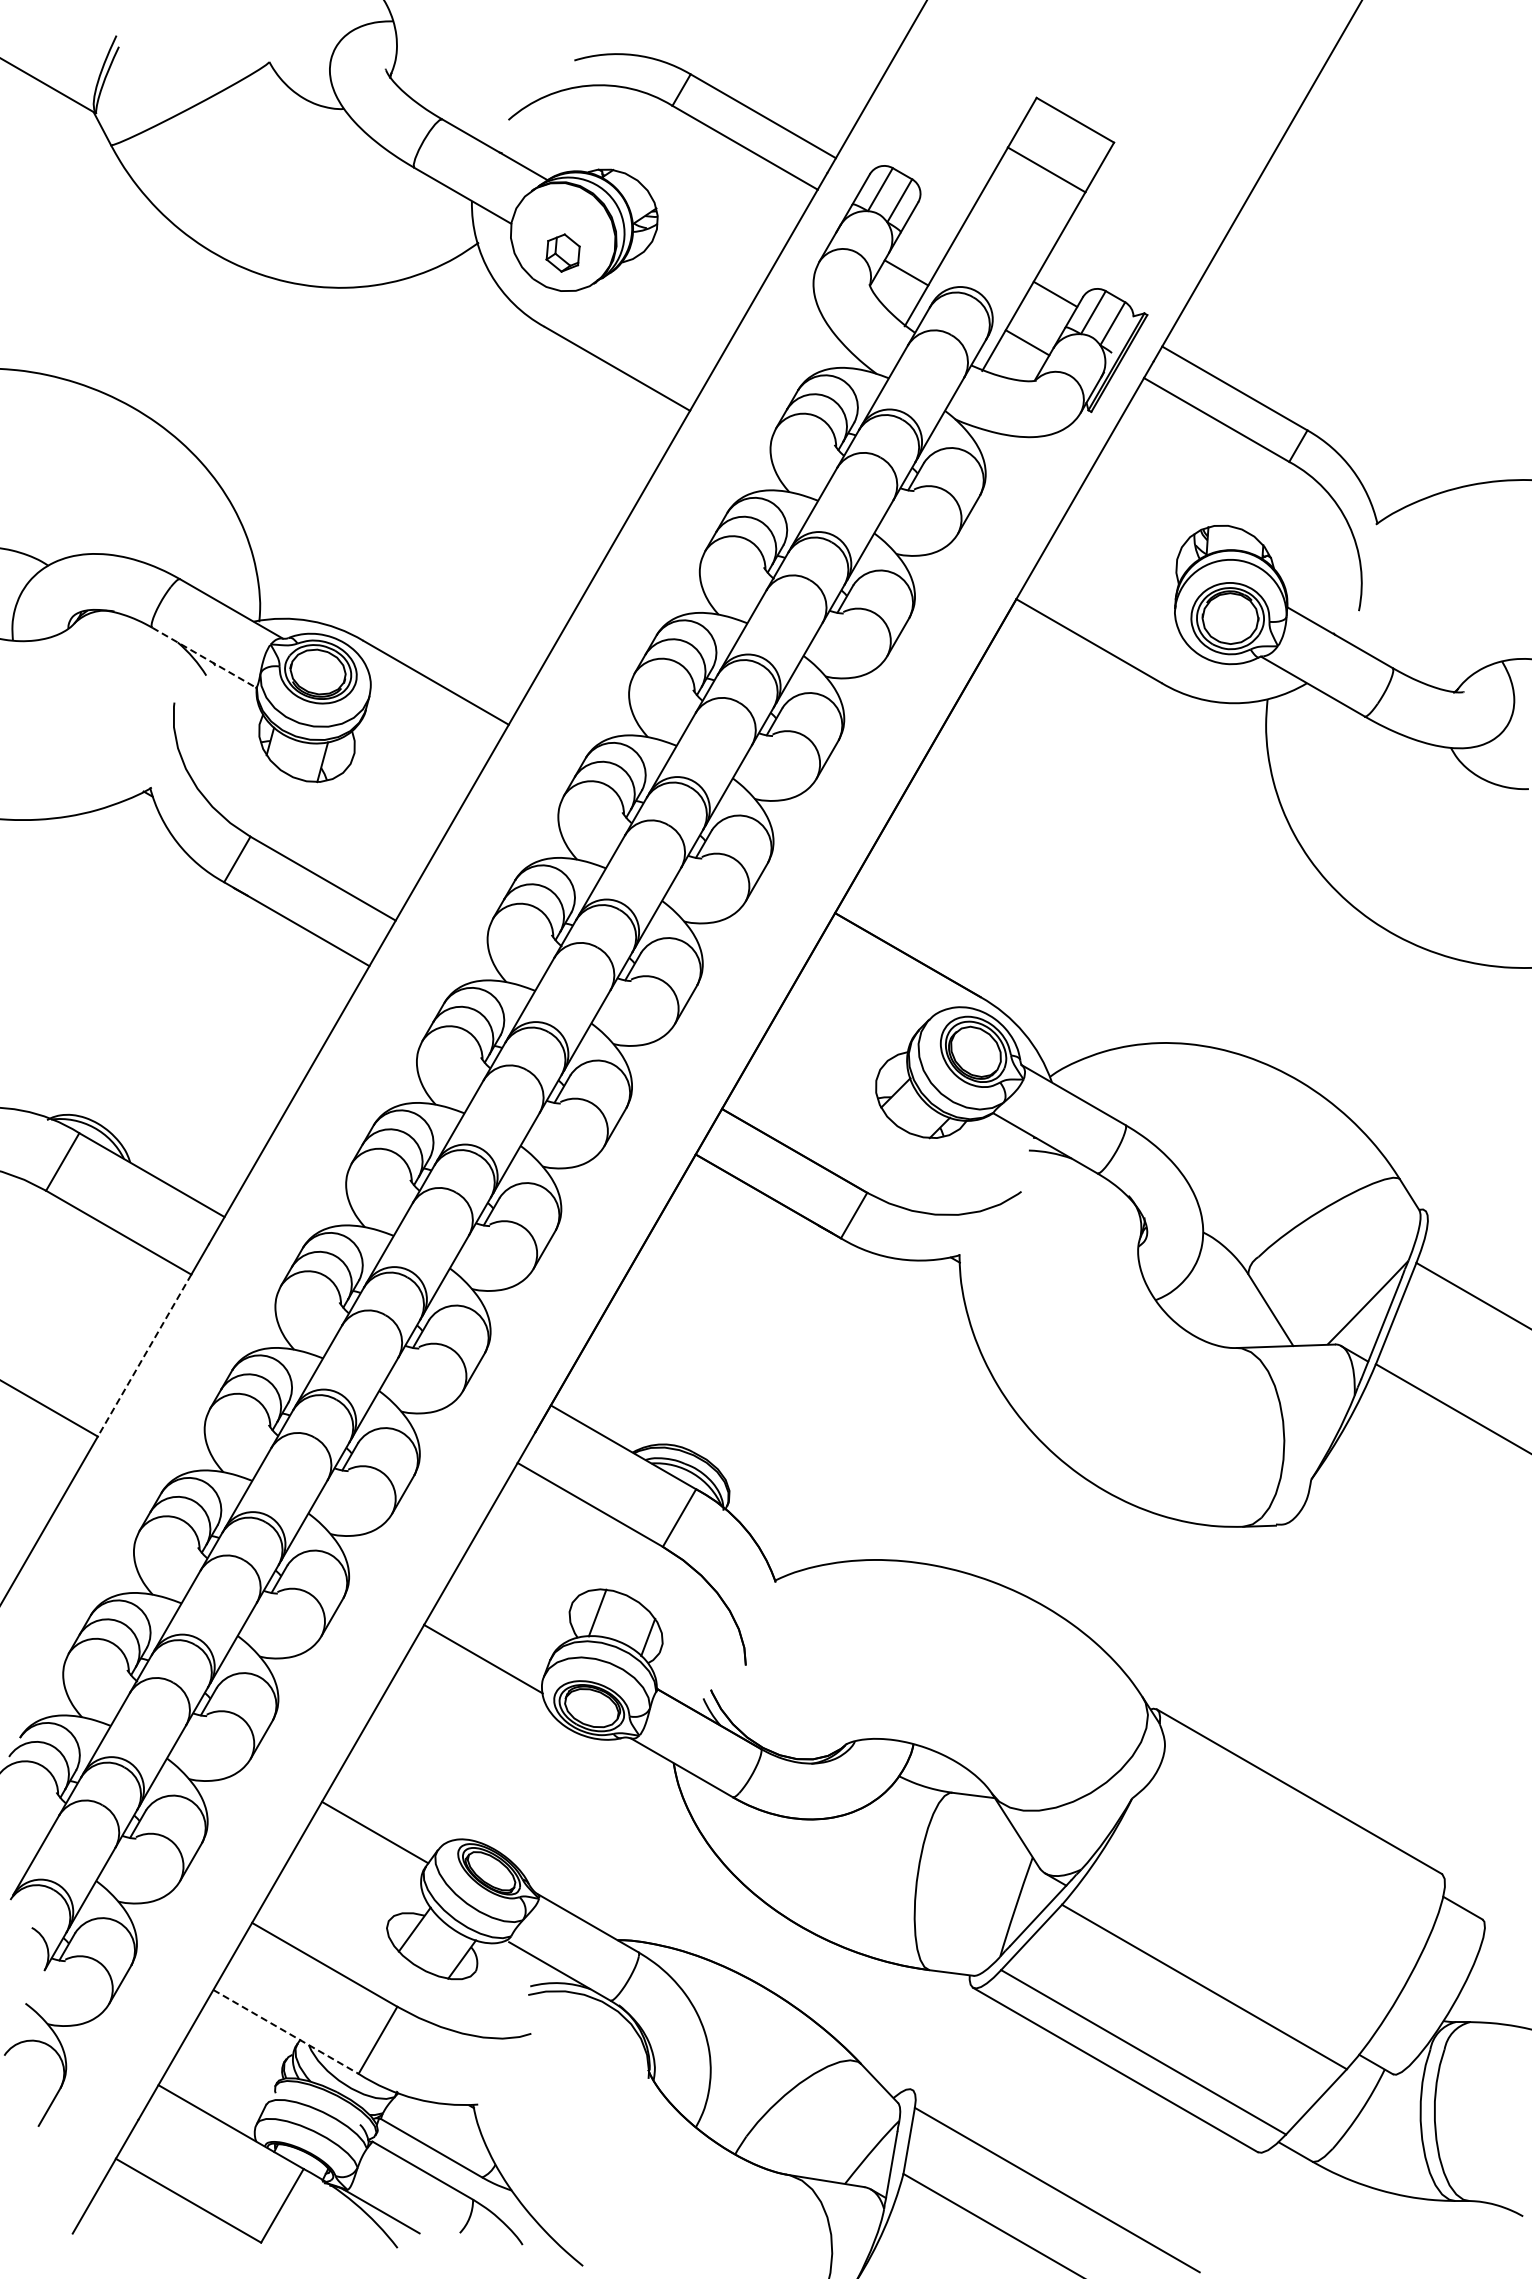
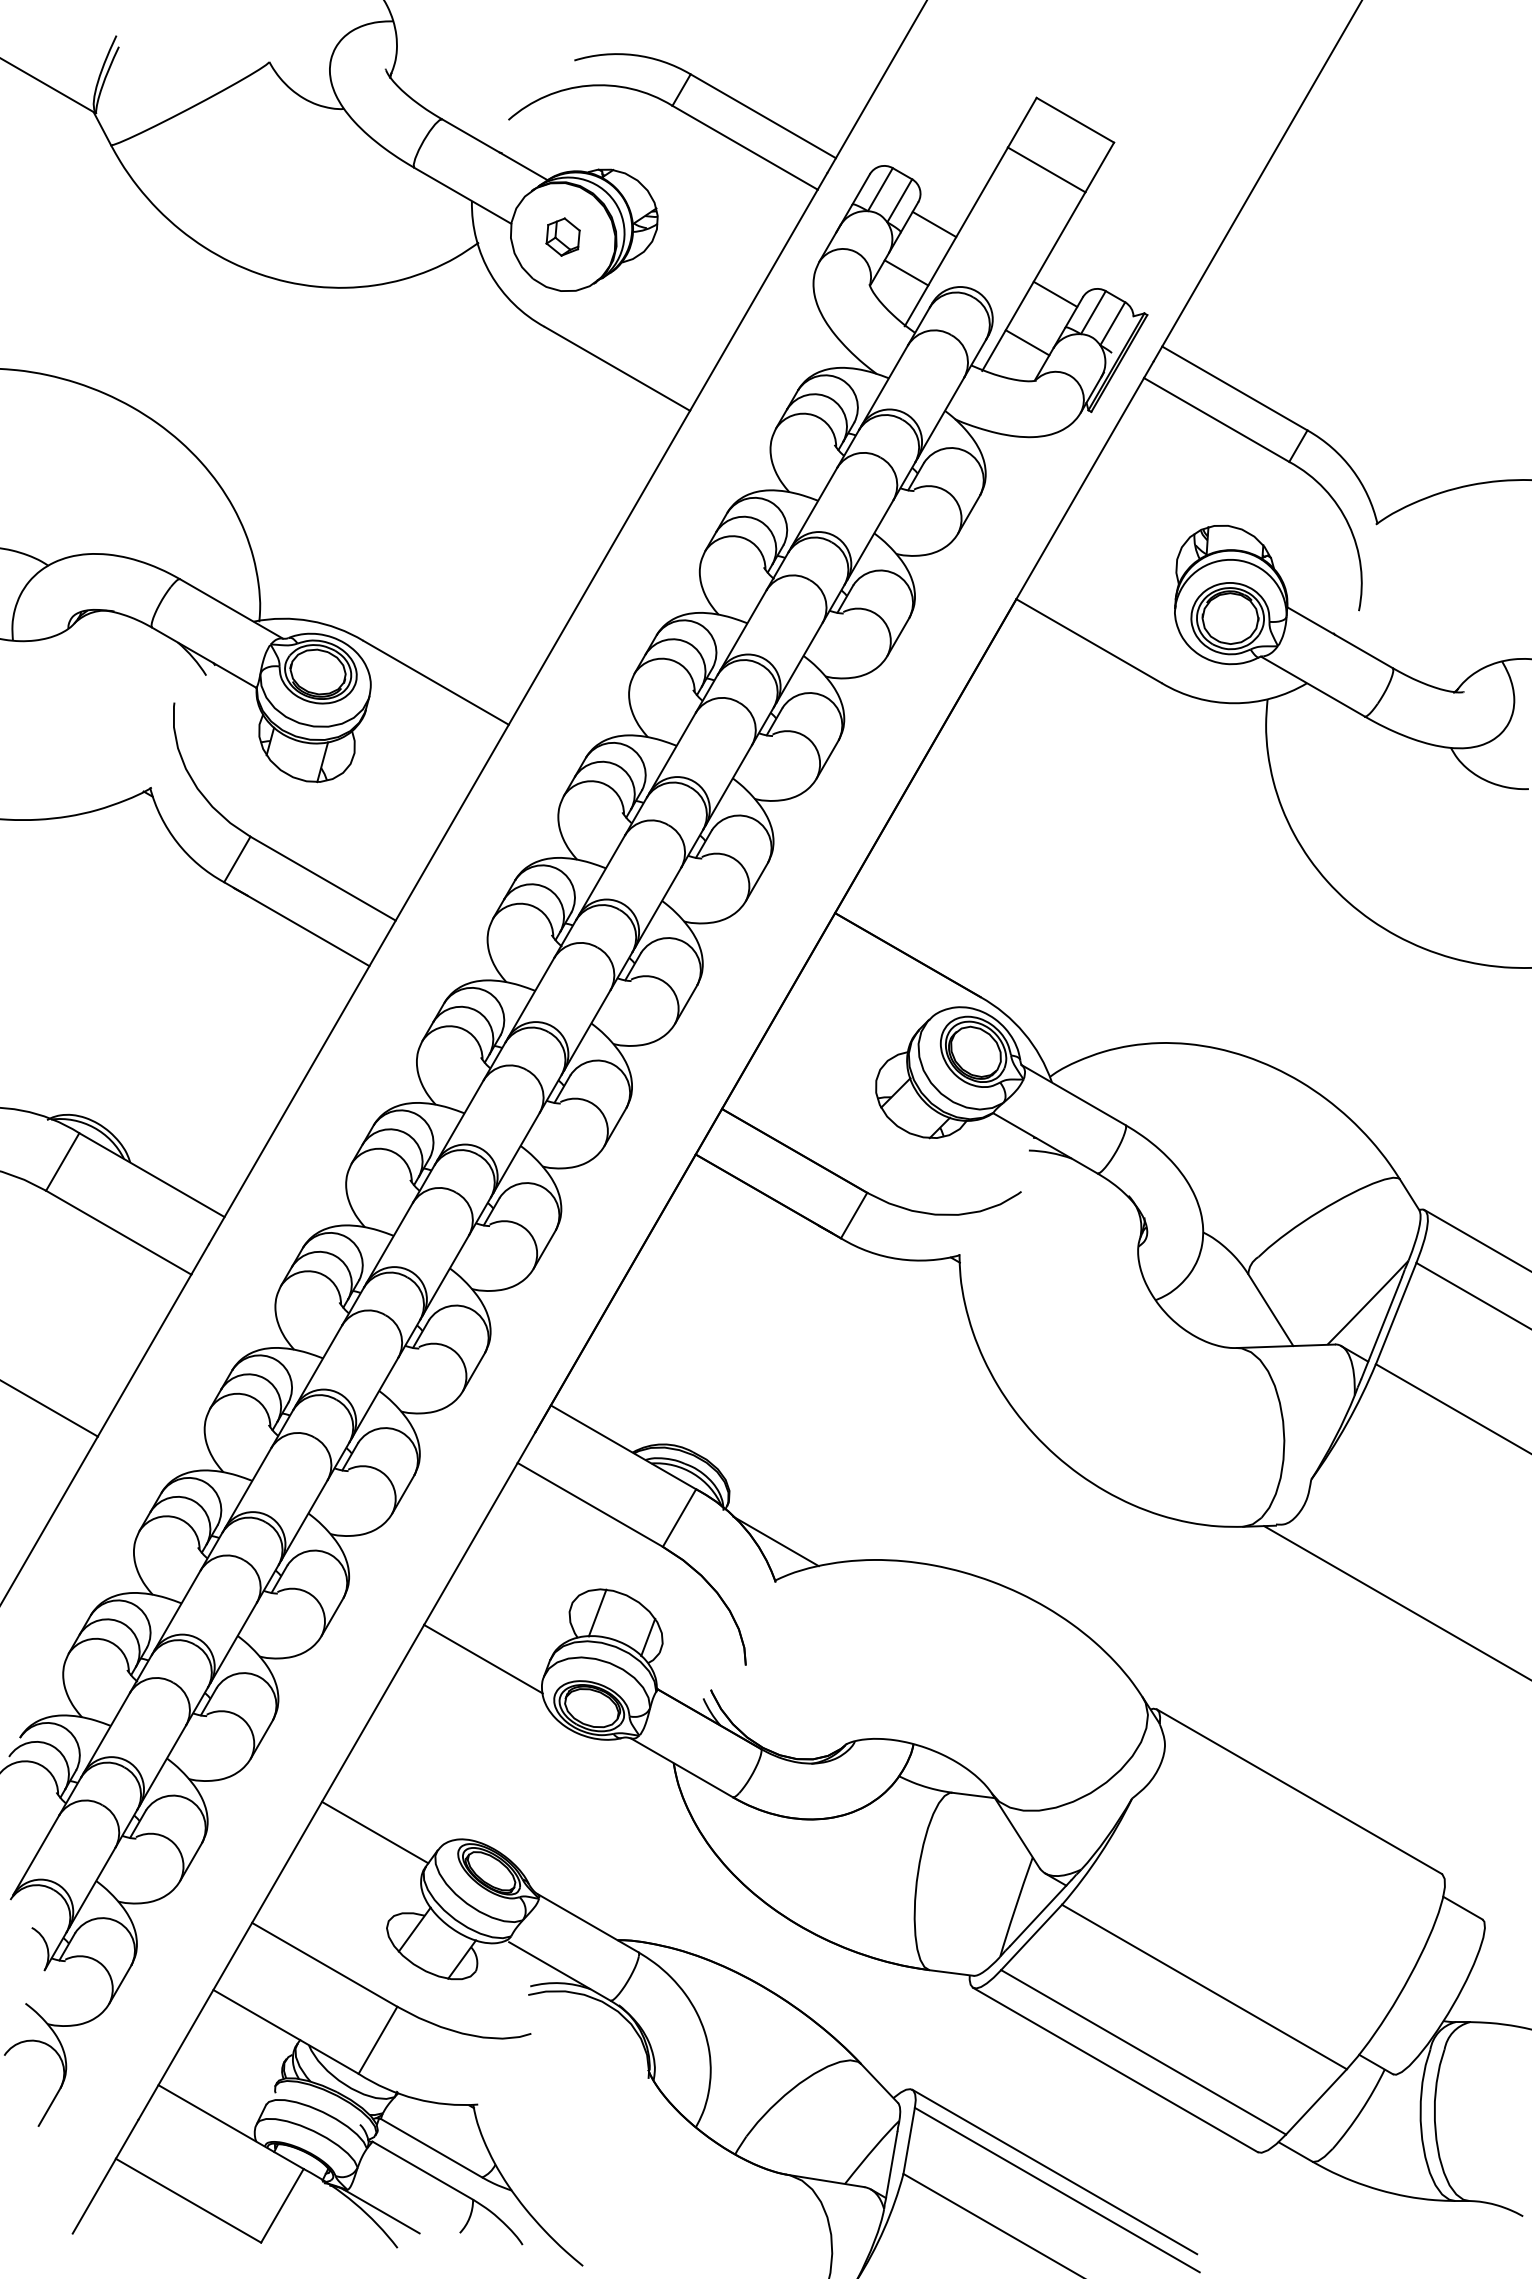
line at (934, 224): none -> present
part at (562, 252) position: (562, 252) -> (562, 236)
line at (204, 657): dashed -> solid
line at (1476, 1240): none -> present
line at (144, 1355): dashed -> solid
line at (775, 1541): none -> present
line at (1396, 1602): none -> present
line at (286, 2031): dashed -> solid
line at (1054, 2171): none -> present
